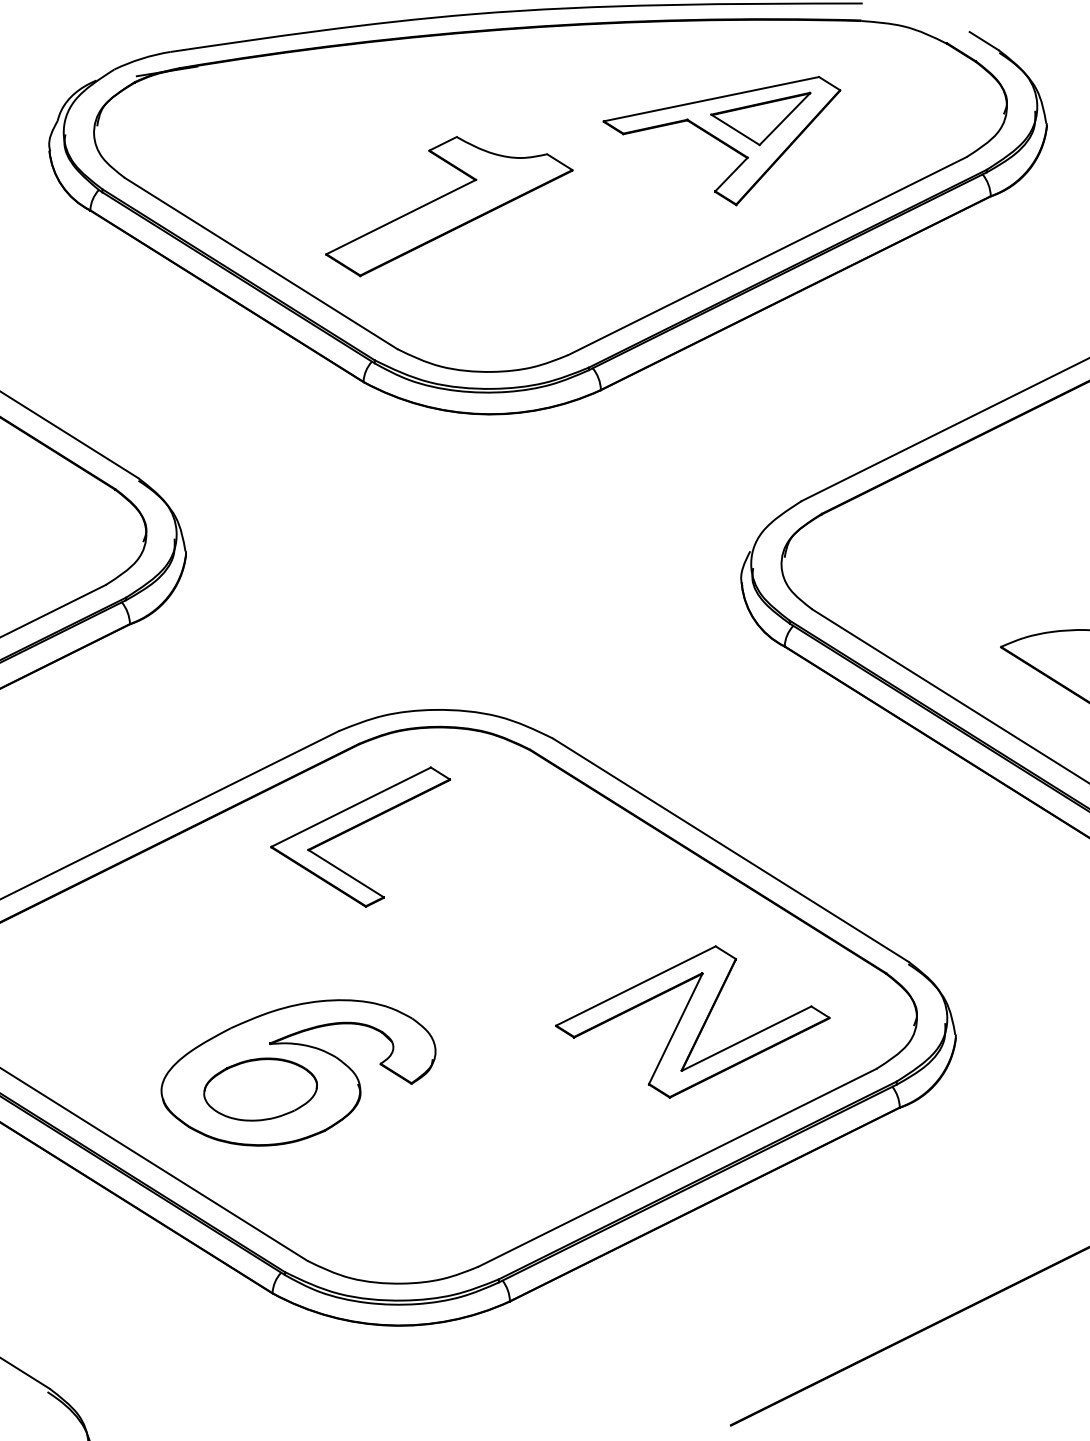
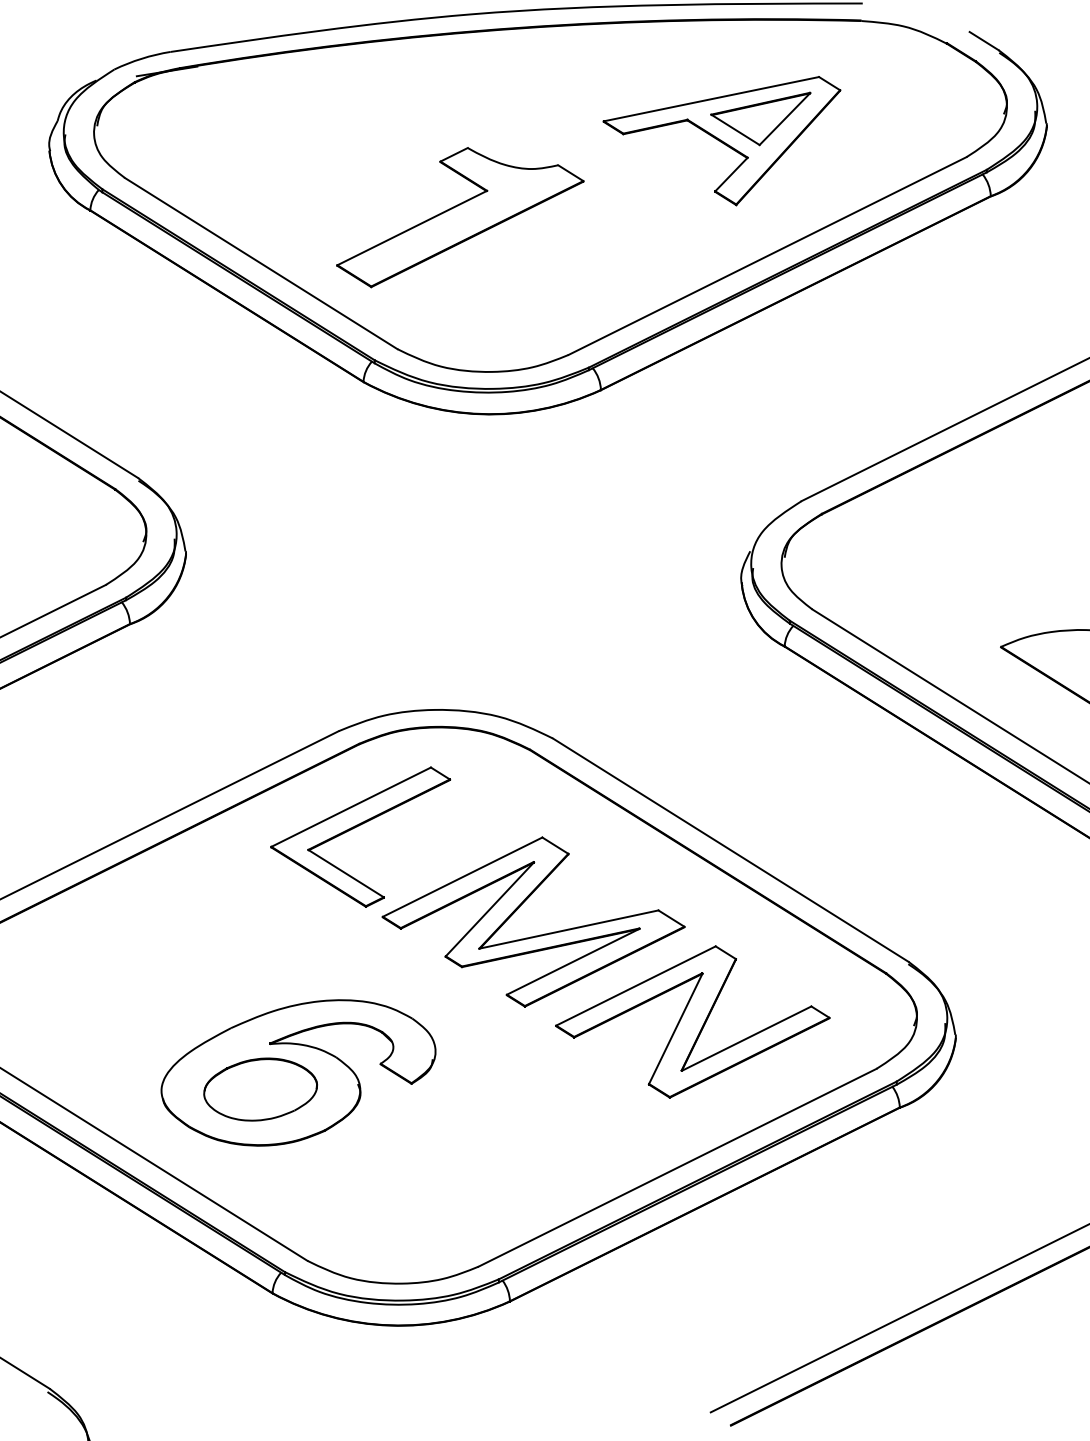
part at (449, 206) position: (449, 206) -> (460, 217)
part at (535, 935): none -> present
line at (898, 1318): none -> present
